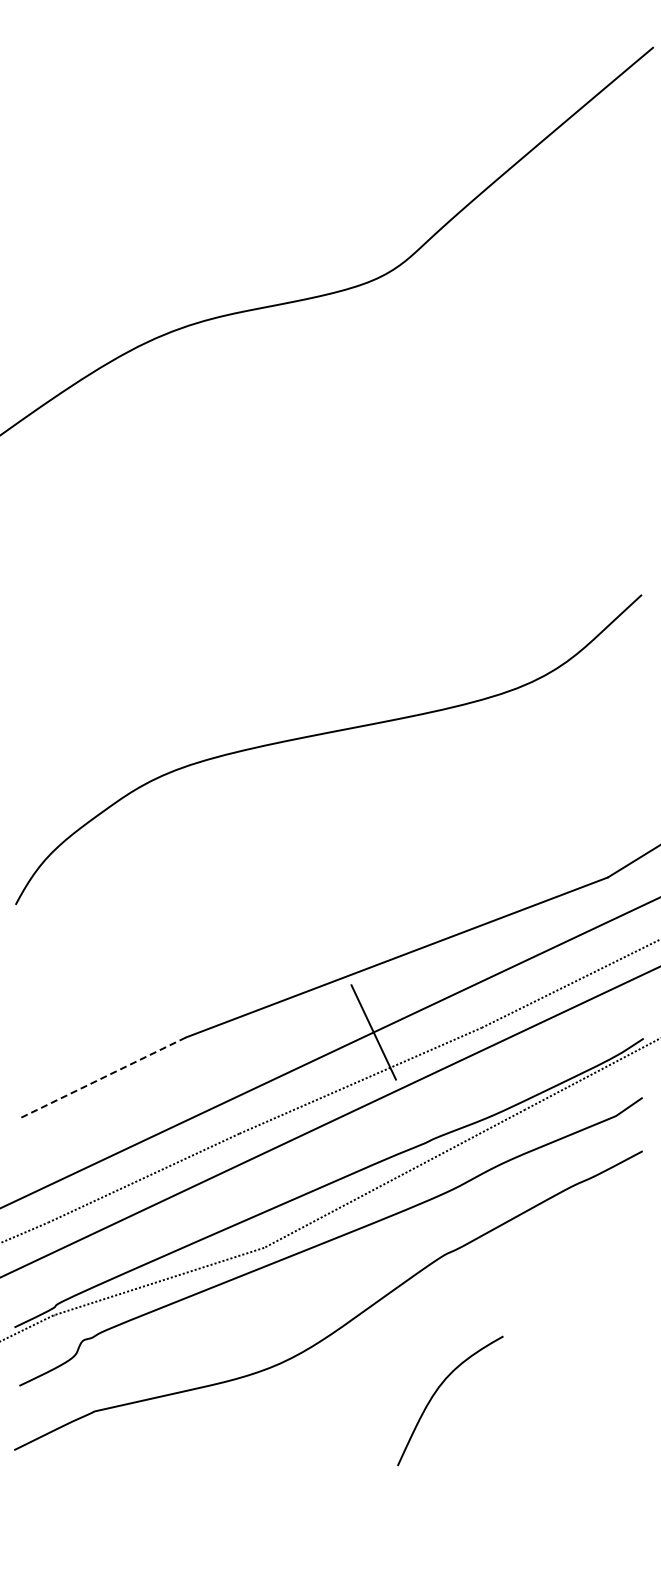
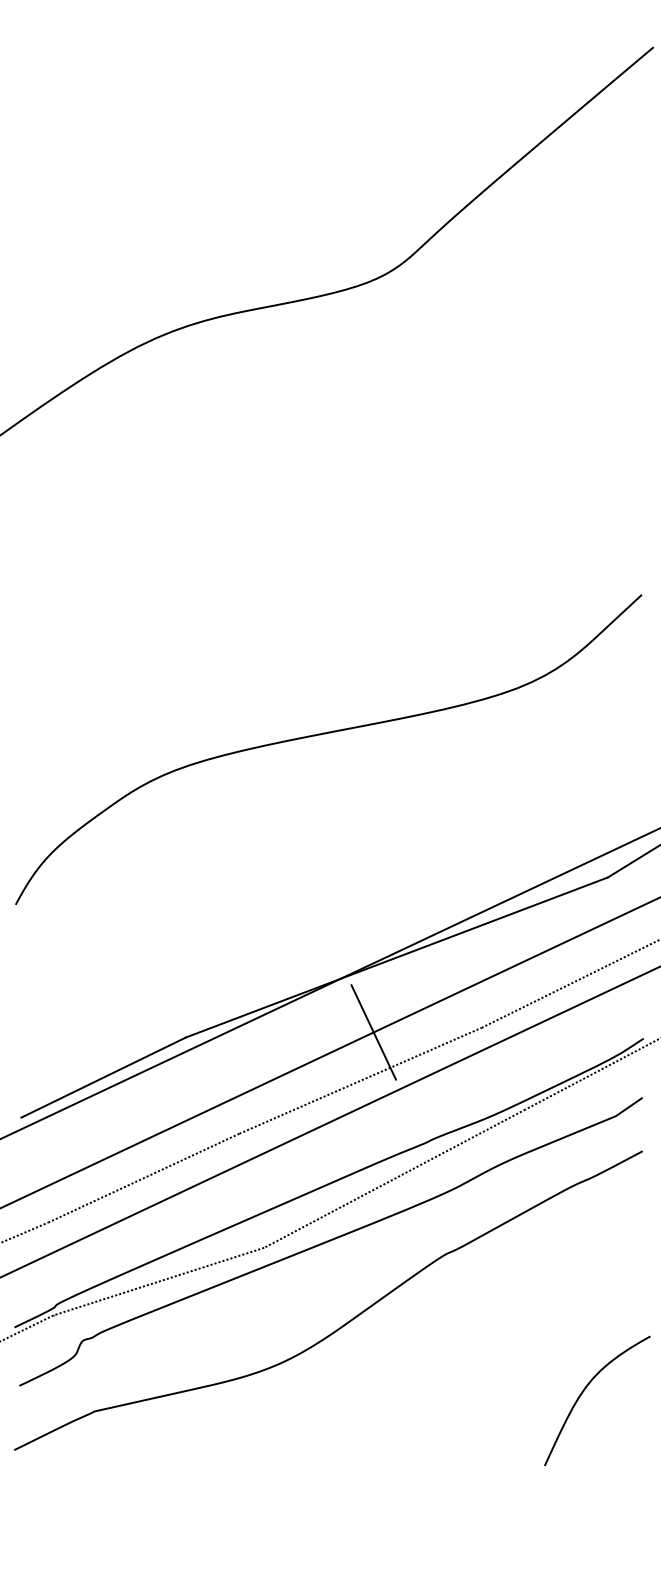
line at (329, 983): none -> present
line at (103, 1077): dashed -> solid
curve at (437, 1391) position: (437, 1391) -> (584, 1391)
